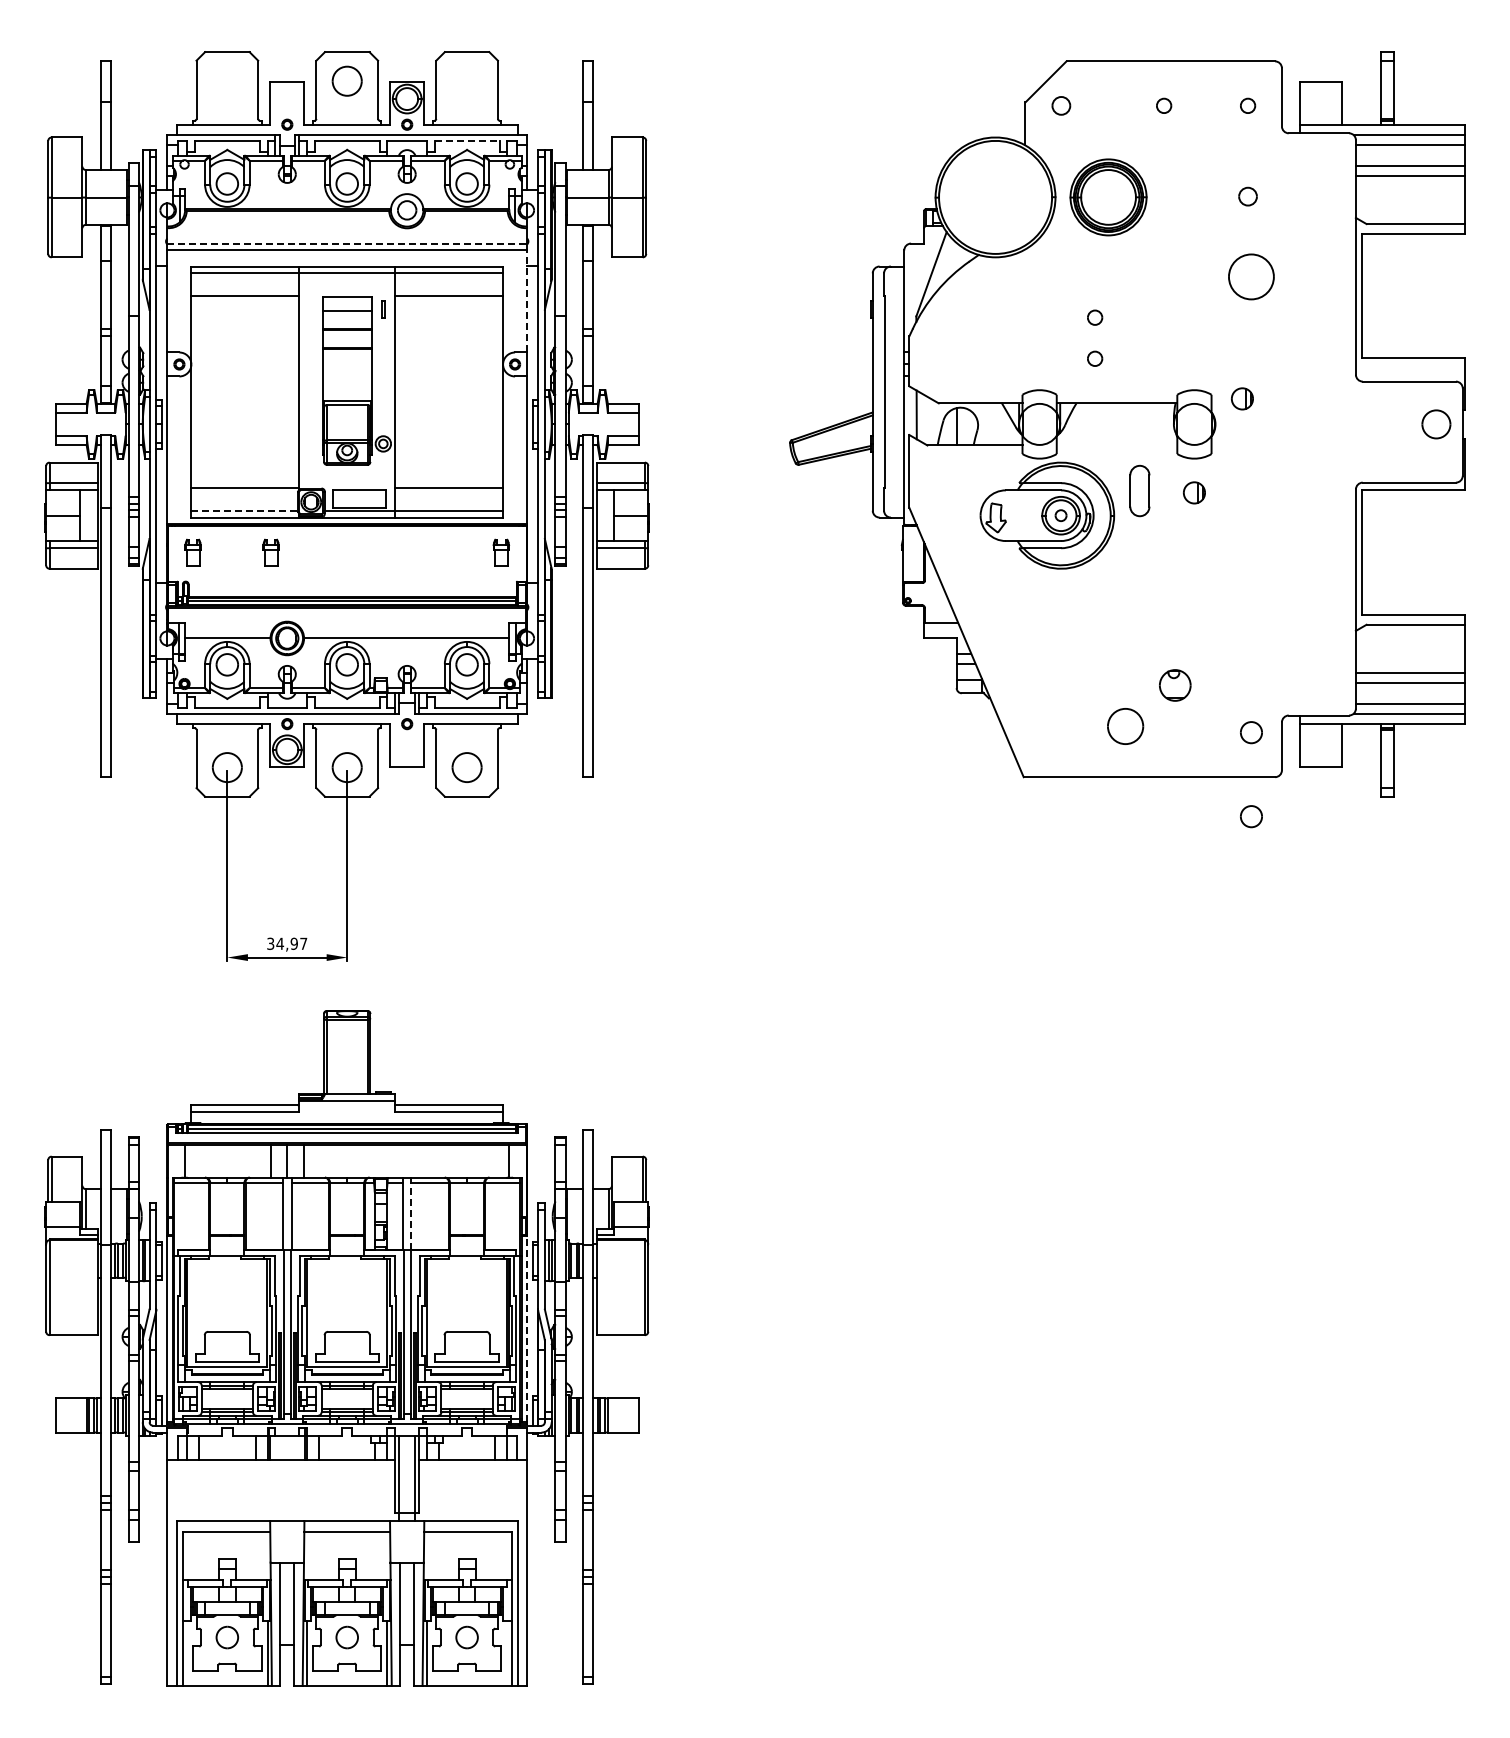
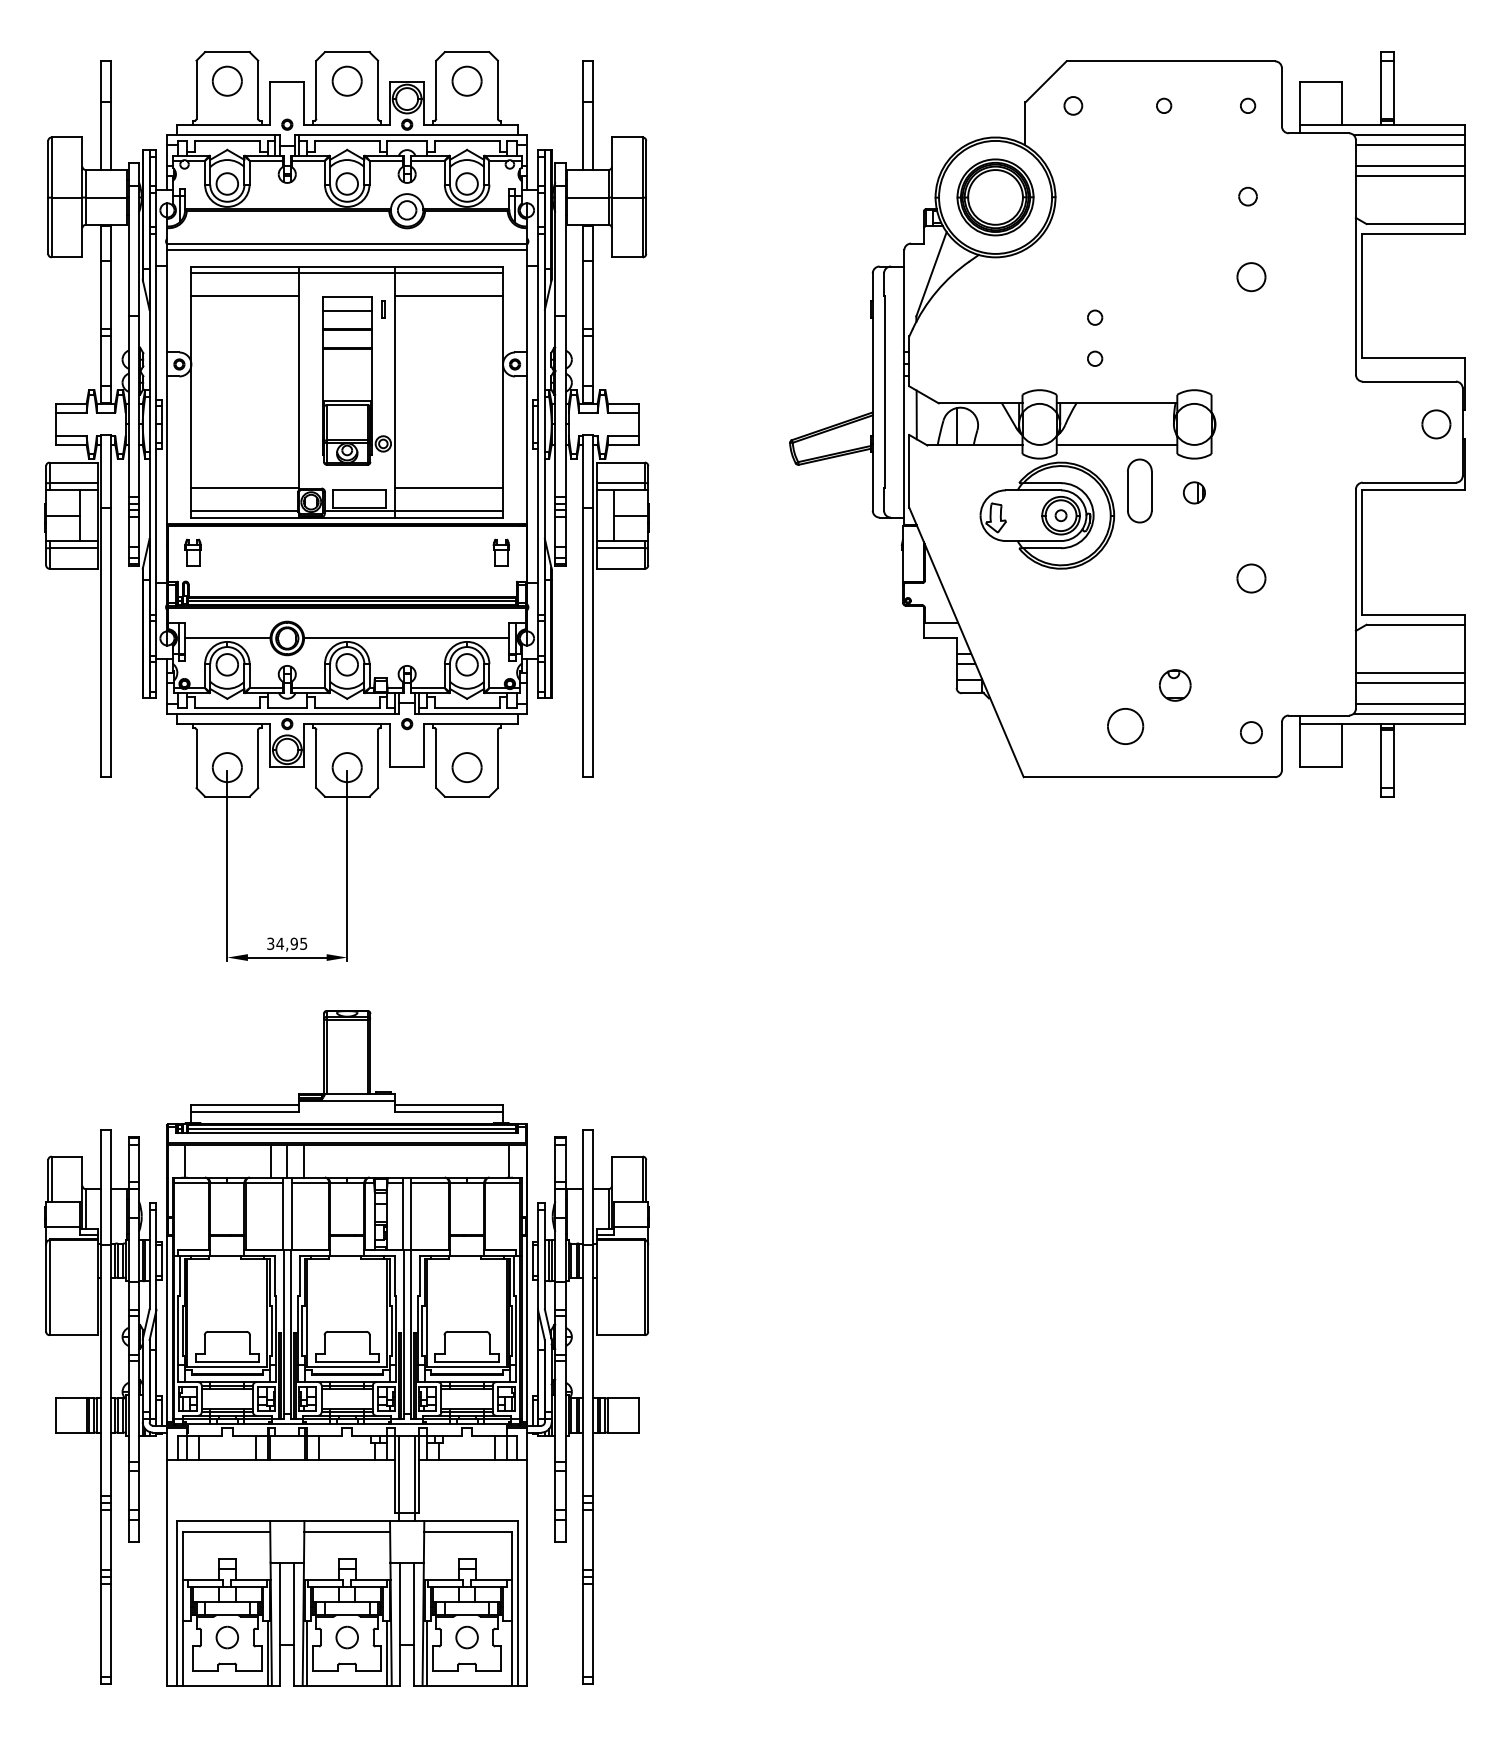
part at (226, 80): none -> present
part at (466, 80): none -> present
part at (1061, 105) position: (1061, 105) -> (1073, 105)
line at (467, 140): dashed -> solid
part at (1108, 197) position: (1108, 197) -> (995, 197)
line at (347, 243): dashed -> solid
part at (1251, 276) size: 47x48 px -> 31x31 px
line at (527, 300): dashed -> solid
part at (1242, 398): present -> none
line at (1116, 445): none -> present
part at (1139, 490) size: 22x54 px -> 26x66 px
line at (244, 510): dashed -> solid
part at (270, 552): present -> none
part at (1251, 578): none -> present
part at (1251, 816): present -> none
text at (303, 943): 34,97 -> 34,95
line at (411, 1215): dashed -> solid
line at (527, 1328): dashed -> solid
